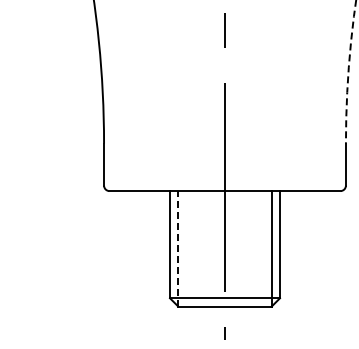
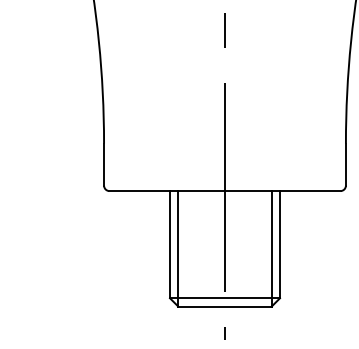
arc at (348, 71): dashed -> solid
line at (178, 248): dashed -> solid
